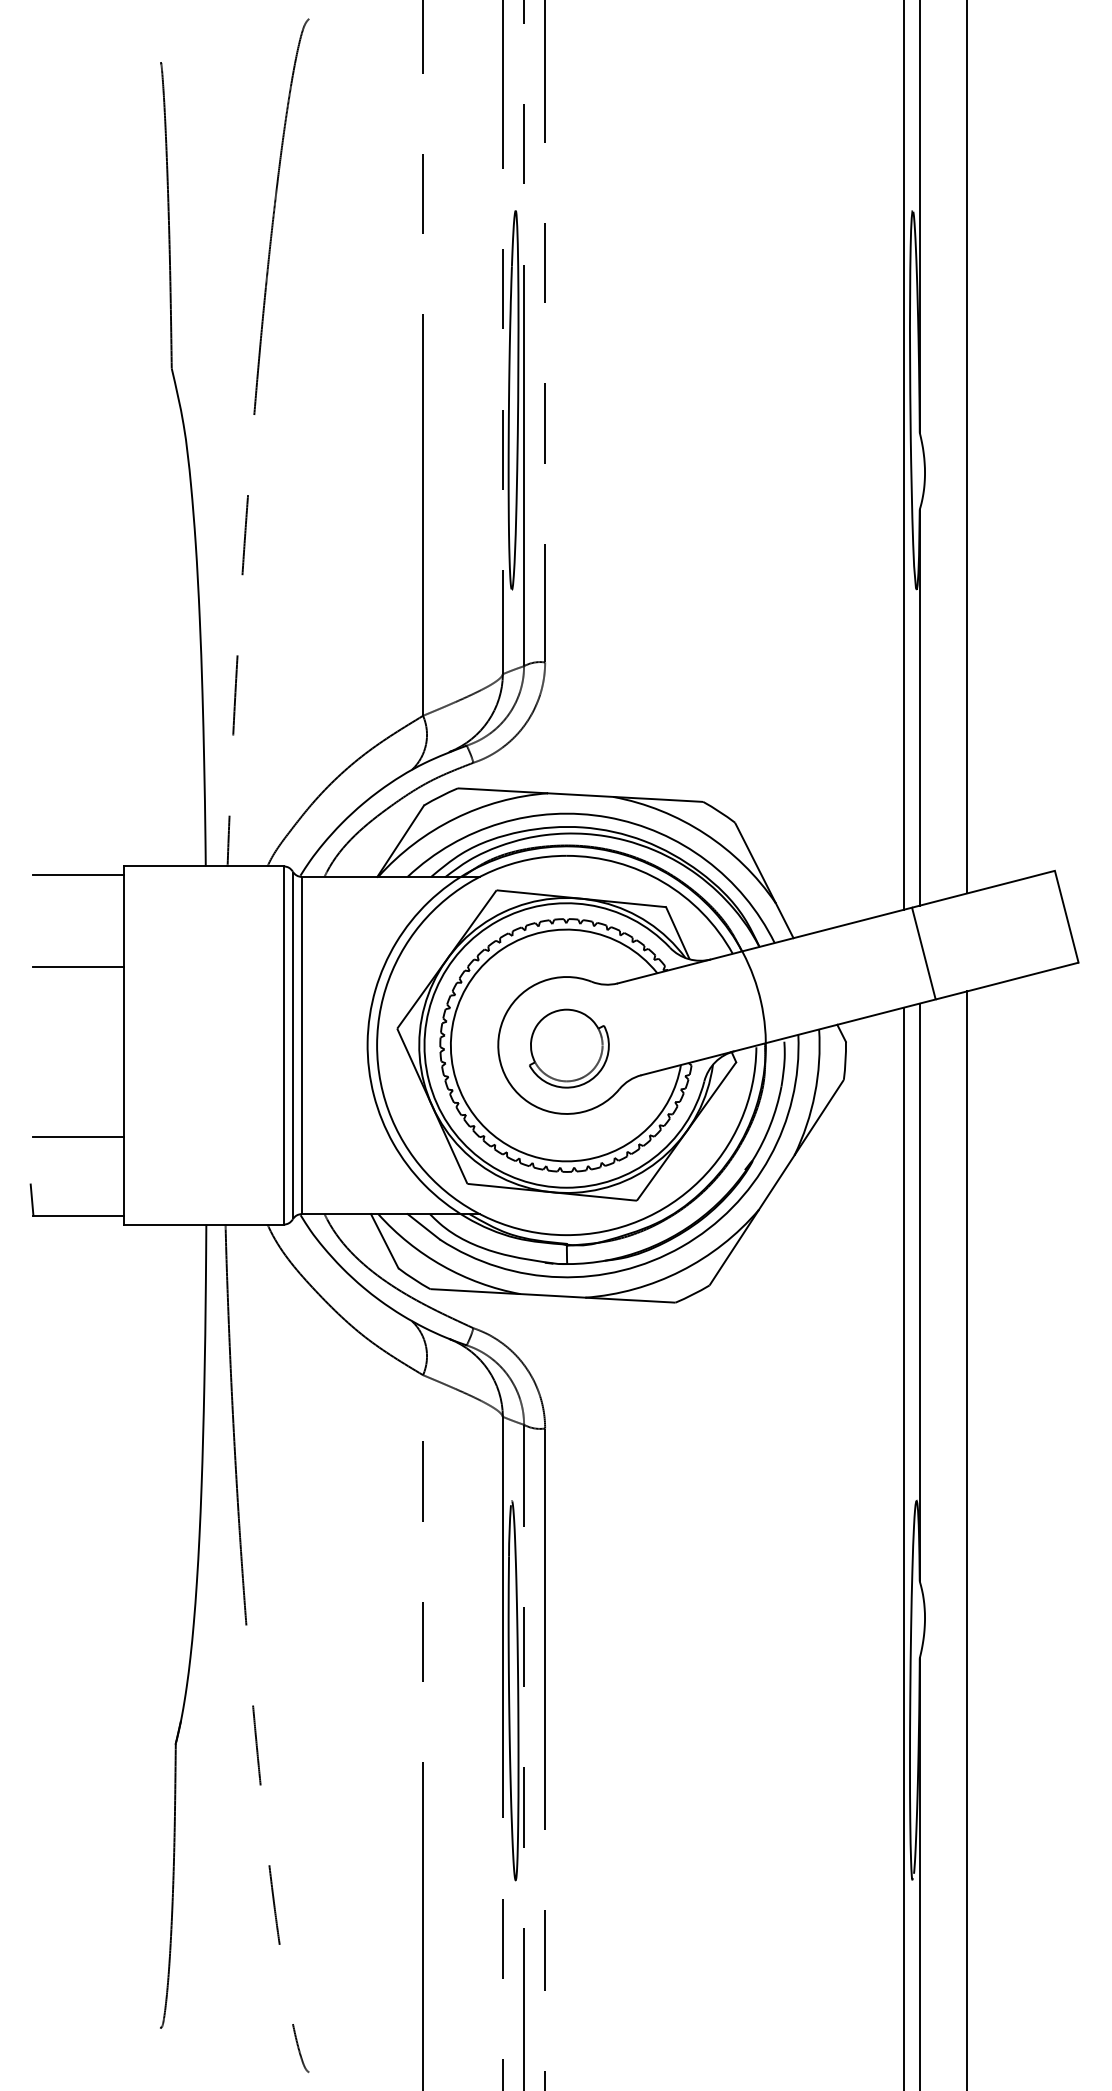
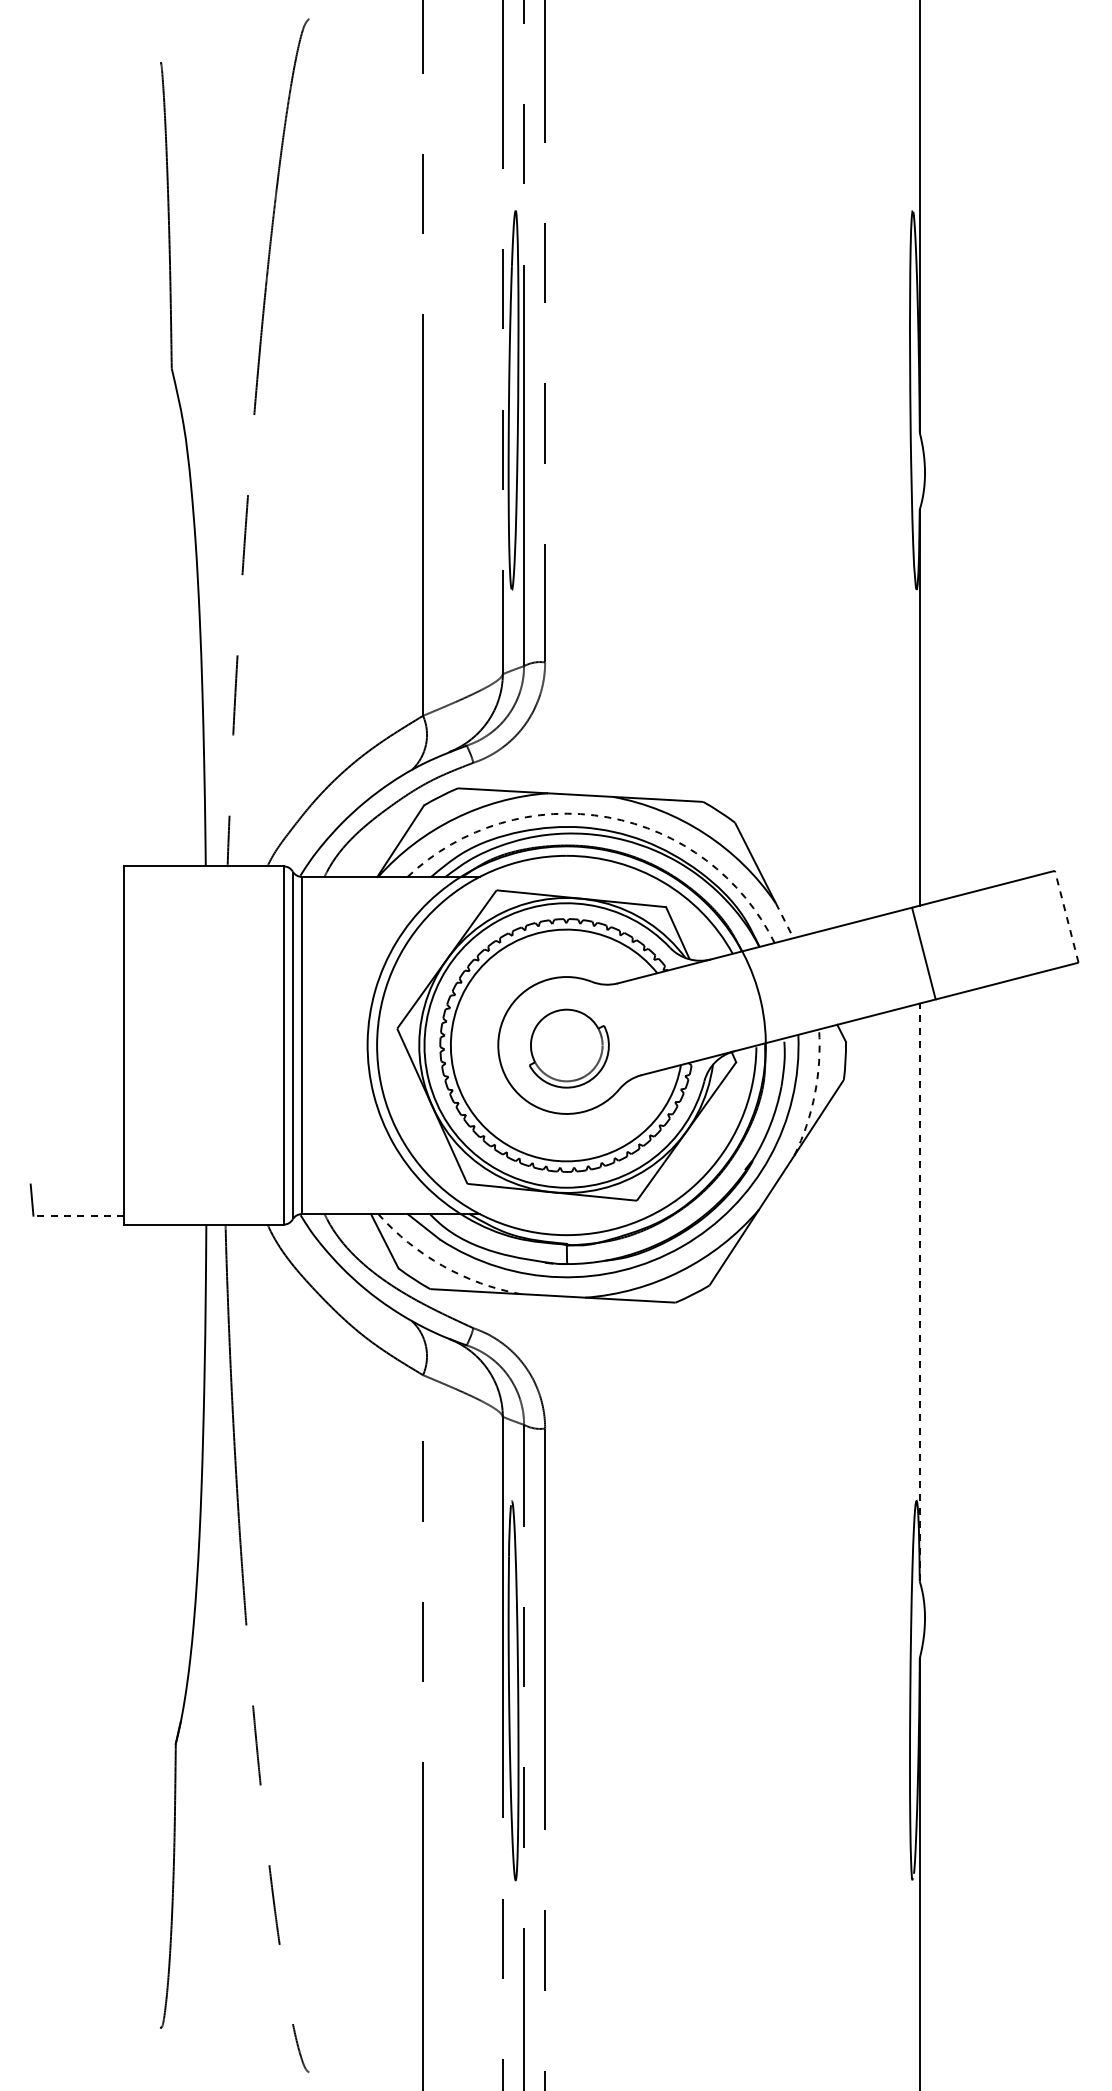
line at (967, 447): present -> none
line at (903, 455): present -> none
arc at (607, 817): solid -> dashed
line at (78, 875): present -> none
line at (1066, 916): solid -> dashed
line at (784, 920): solid -> dashed
line at (78, 967): present -> none
arc at (814, 1094): solid -> dashed
line at (78, 1137): present -> none
line at (78, 1215): solid -> dashed
arc at (442, 1265): solid -> dashed
line at (919, 1292): solid -> dashed
line at (967, 1539): present -> none
line at (903, 1547): present -> none
